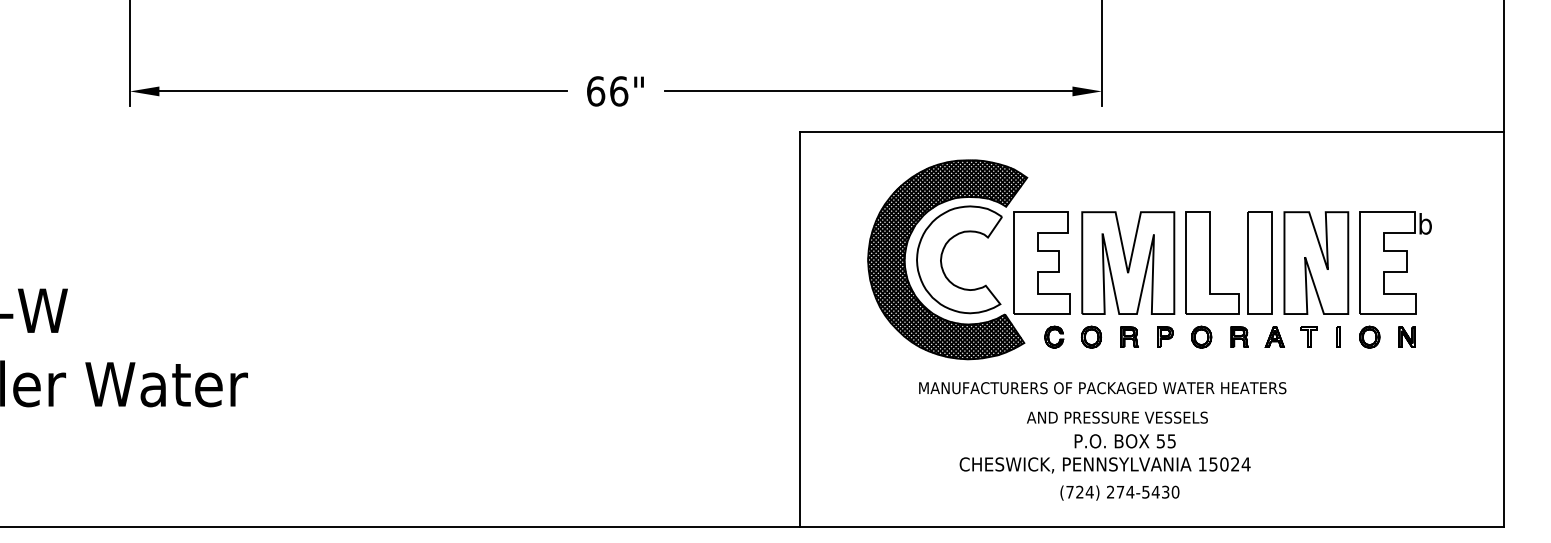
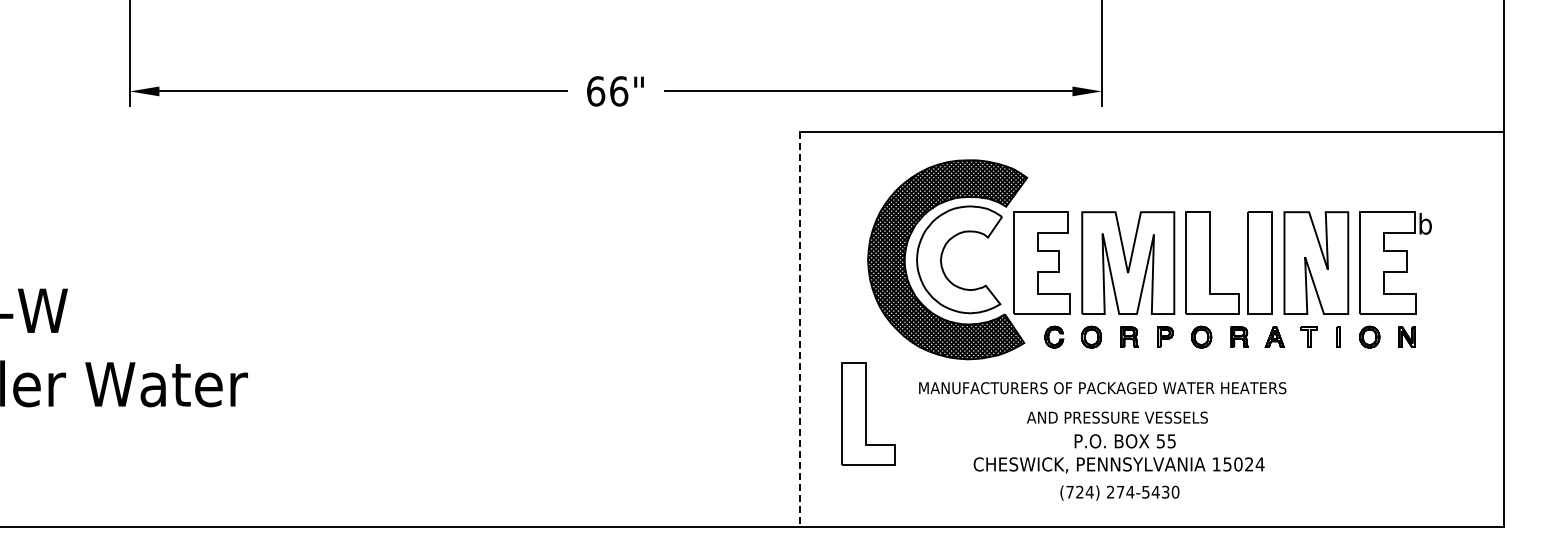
line at (800, 330): solid -> dashed
part at (868, 413): none -> present
text at (1104, 465) position: (1104, 465) -> (1118, 465)
